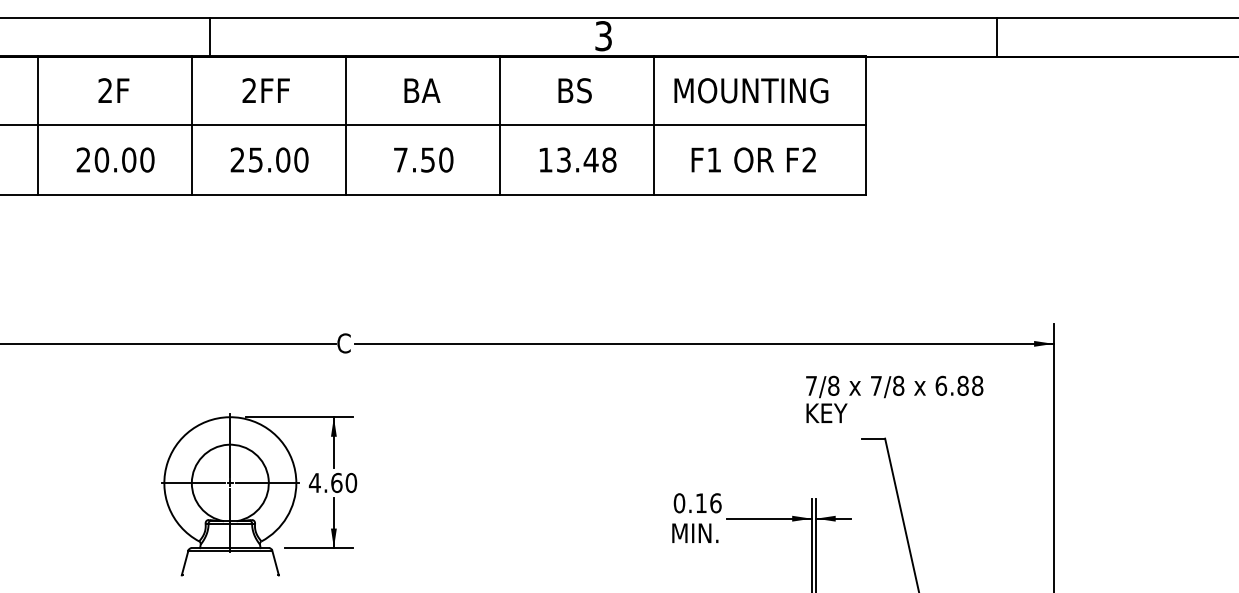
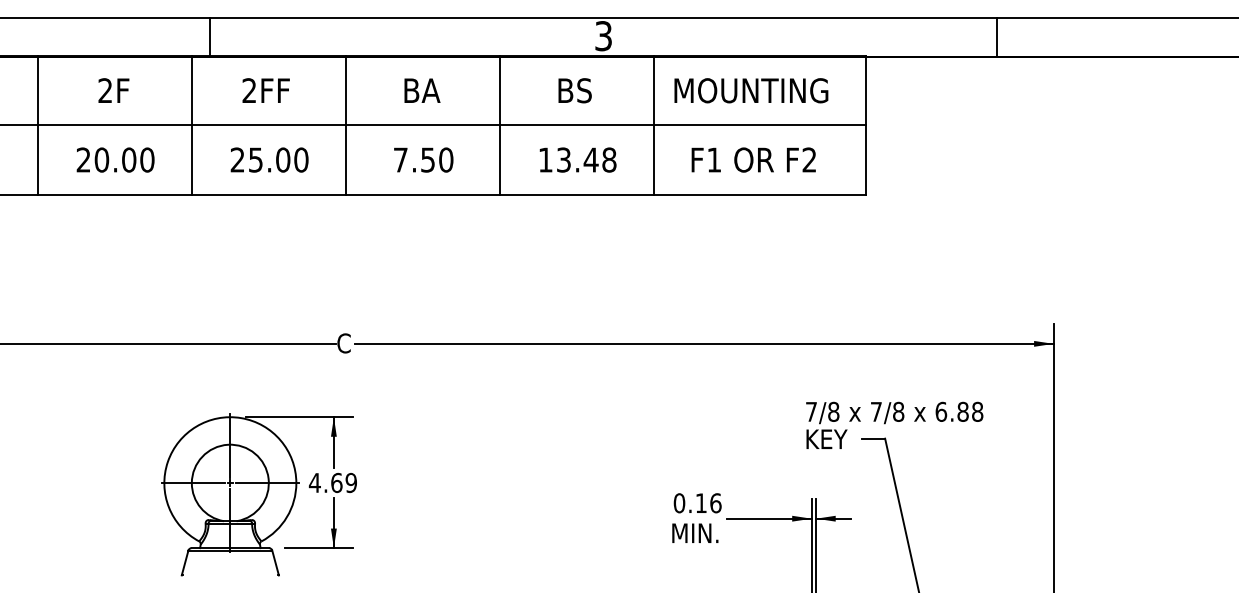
text at (894, 398) position: (894, 398) -> (894, 424)
text at (351, 483): 4.60 -> 4.69
